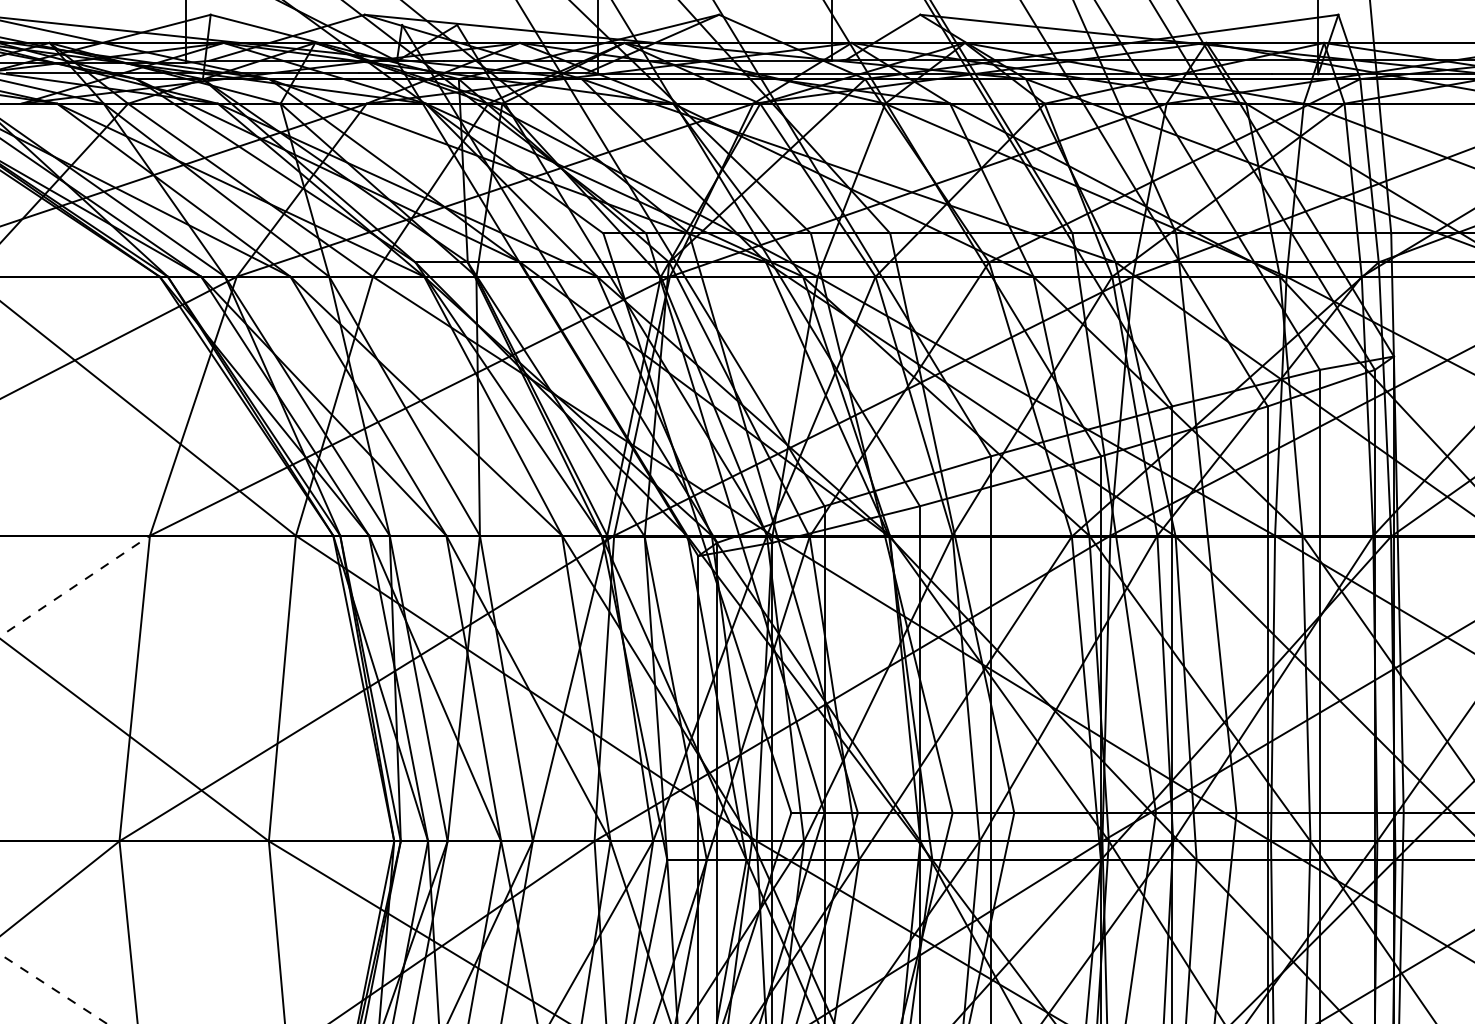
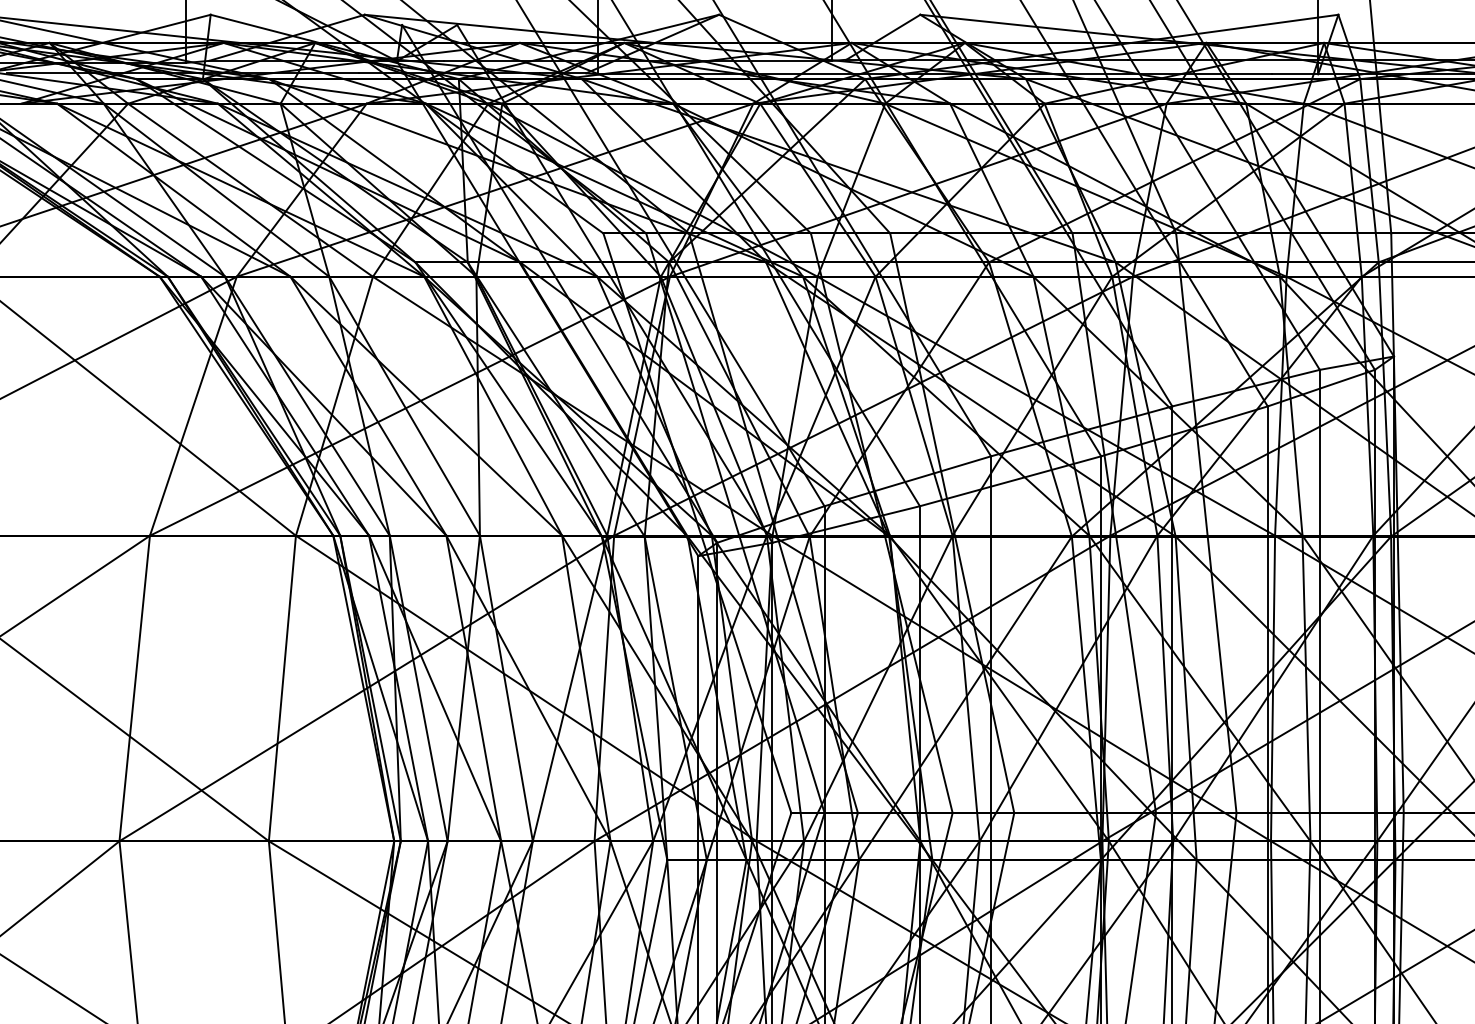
line at (75, 585): dashed -> solid
line at (53, 988): dashed -> solid
